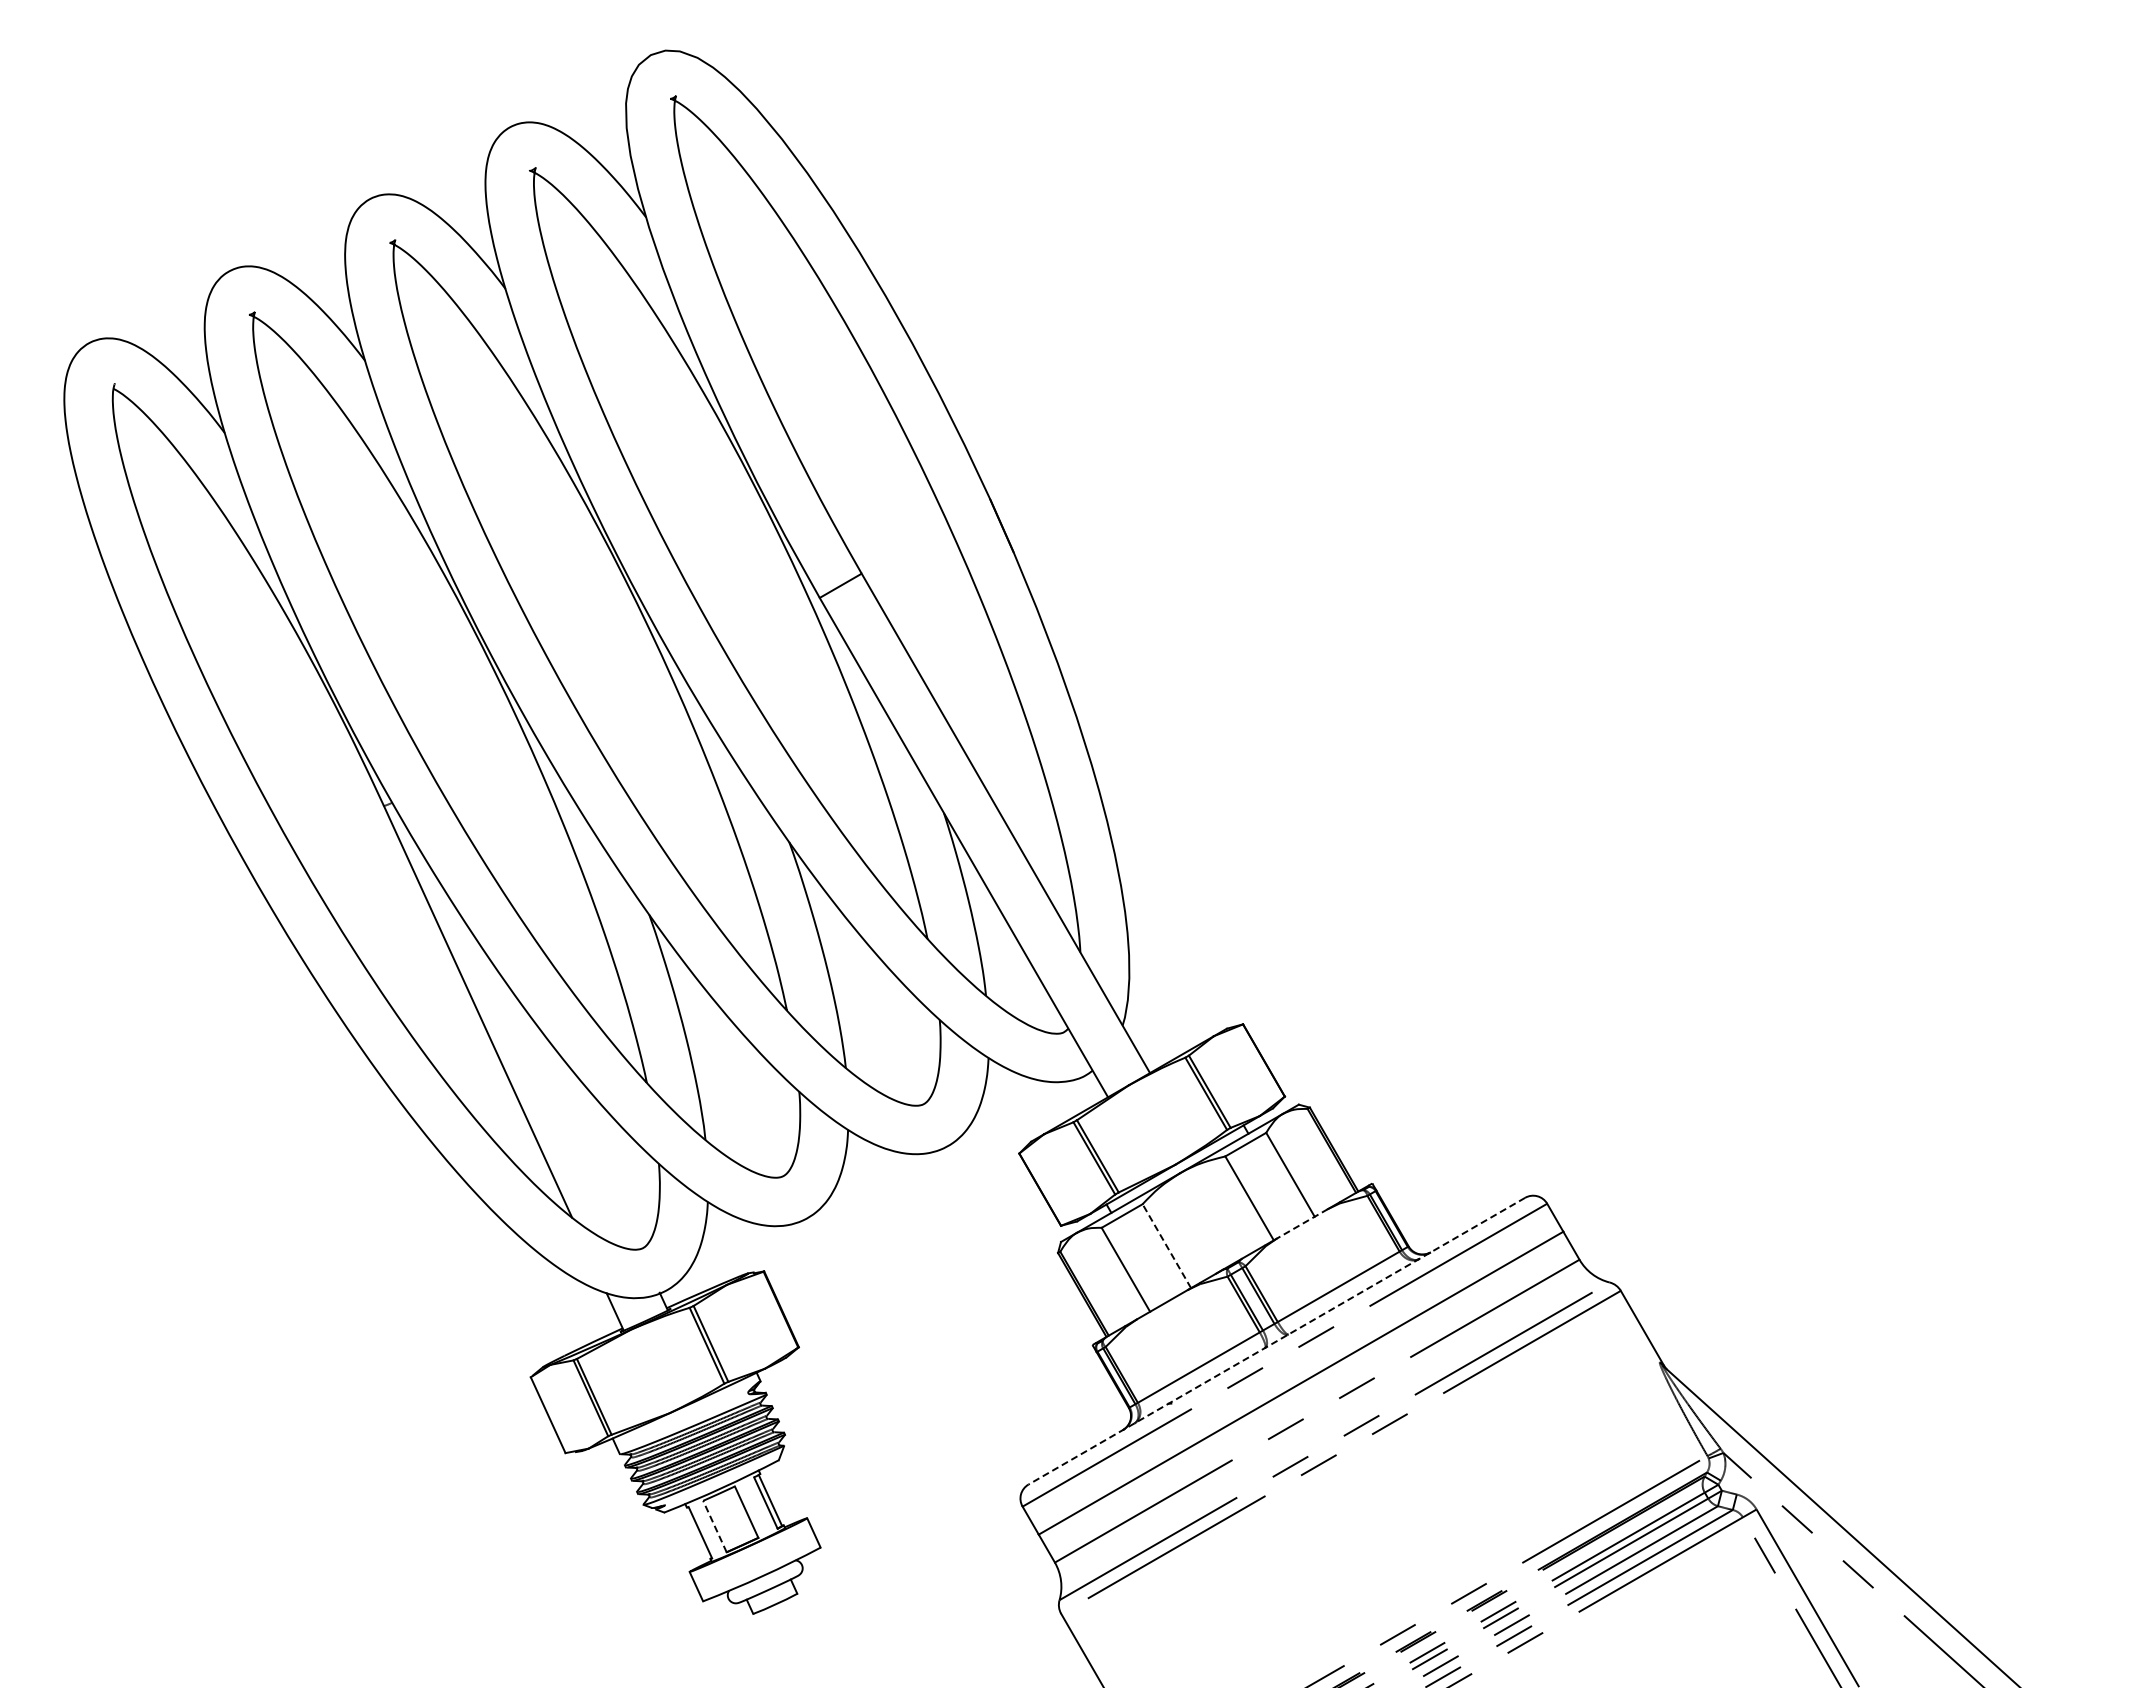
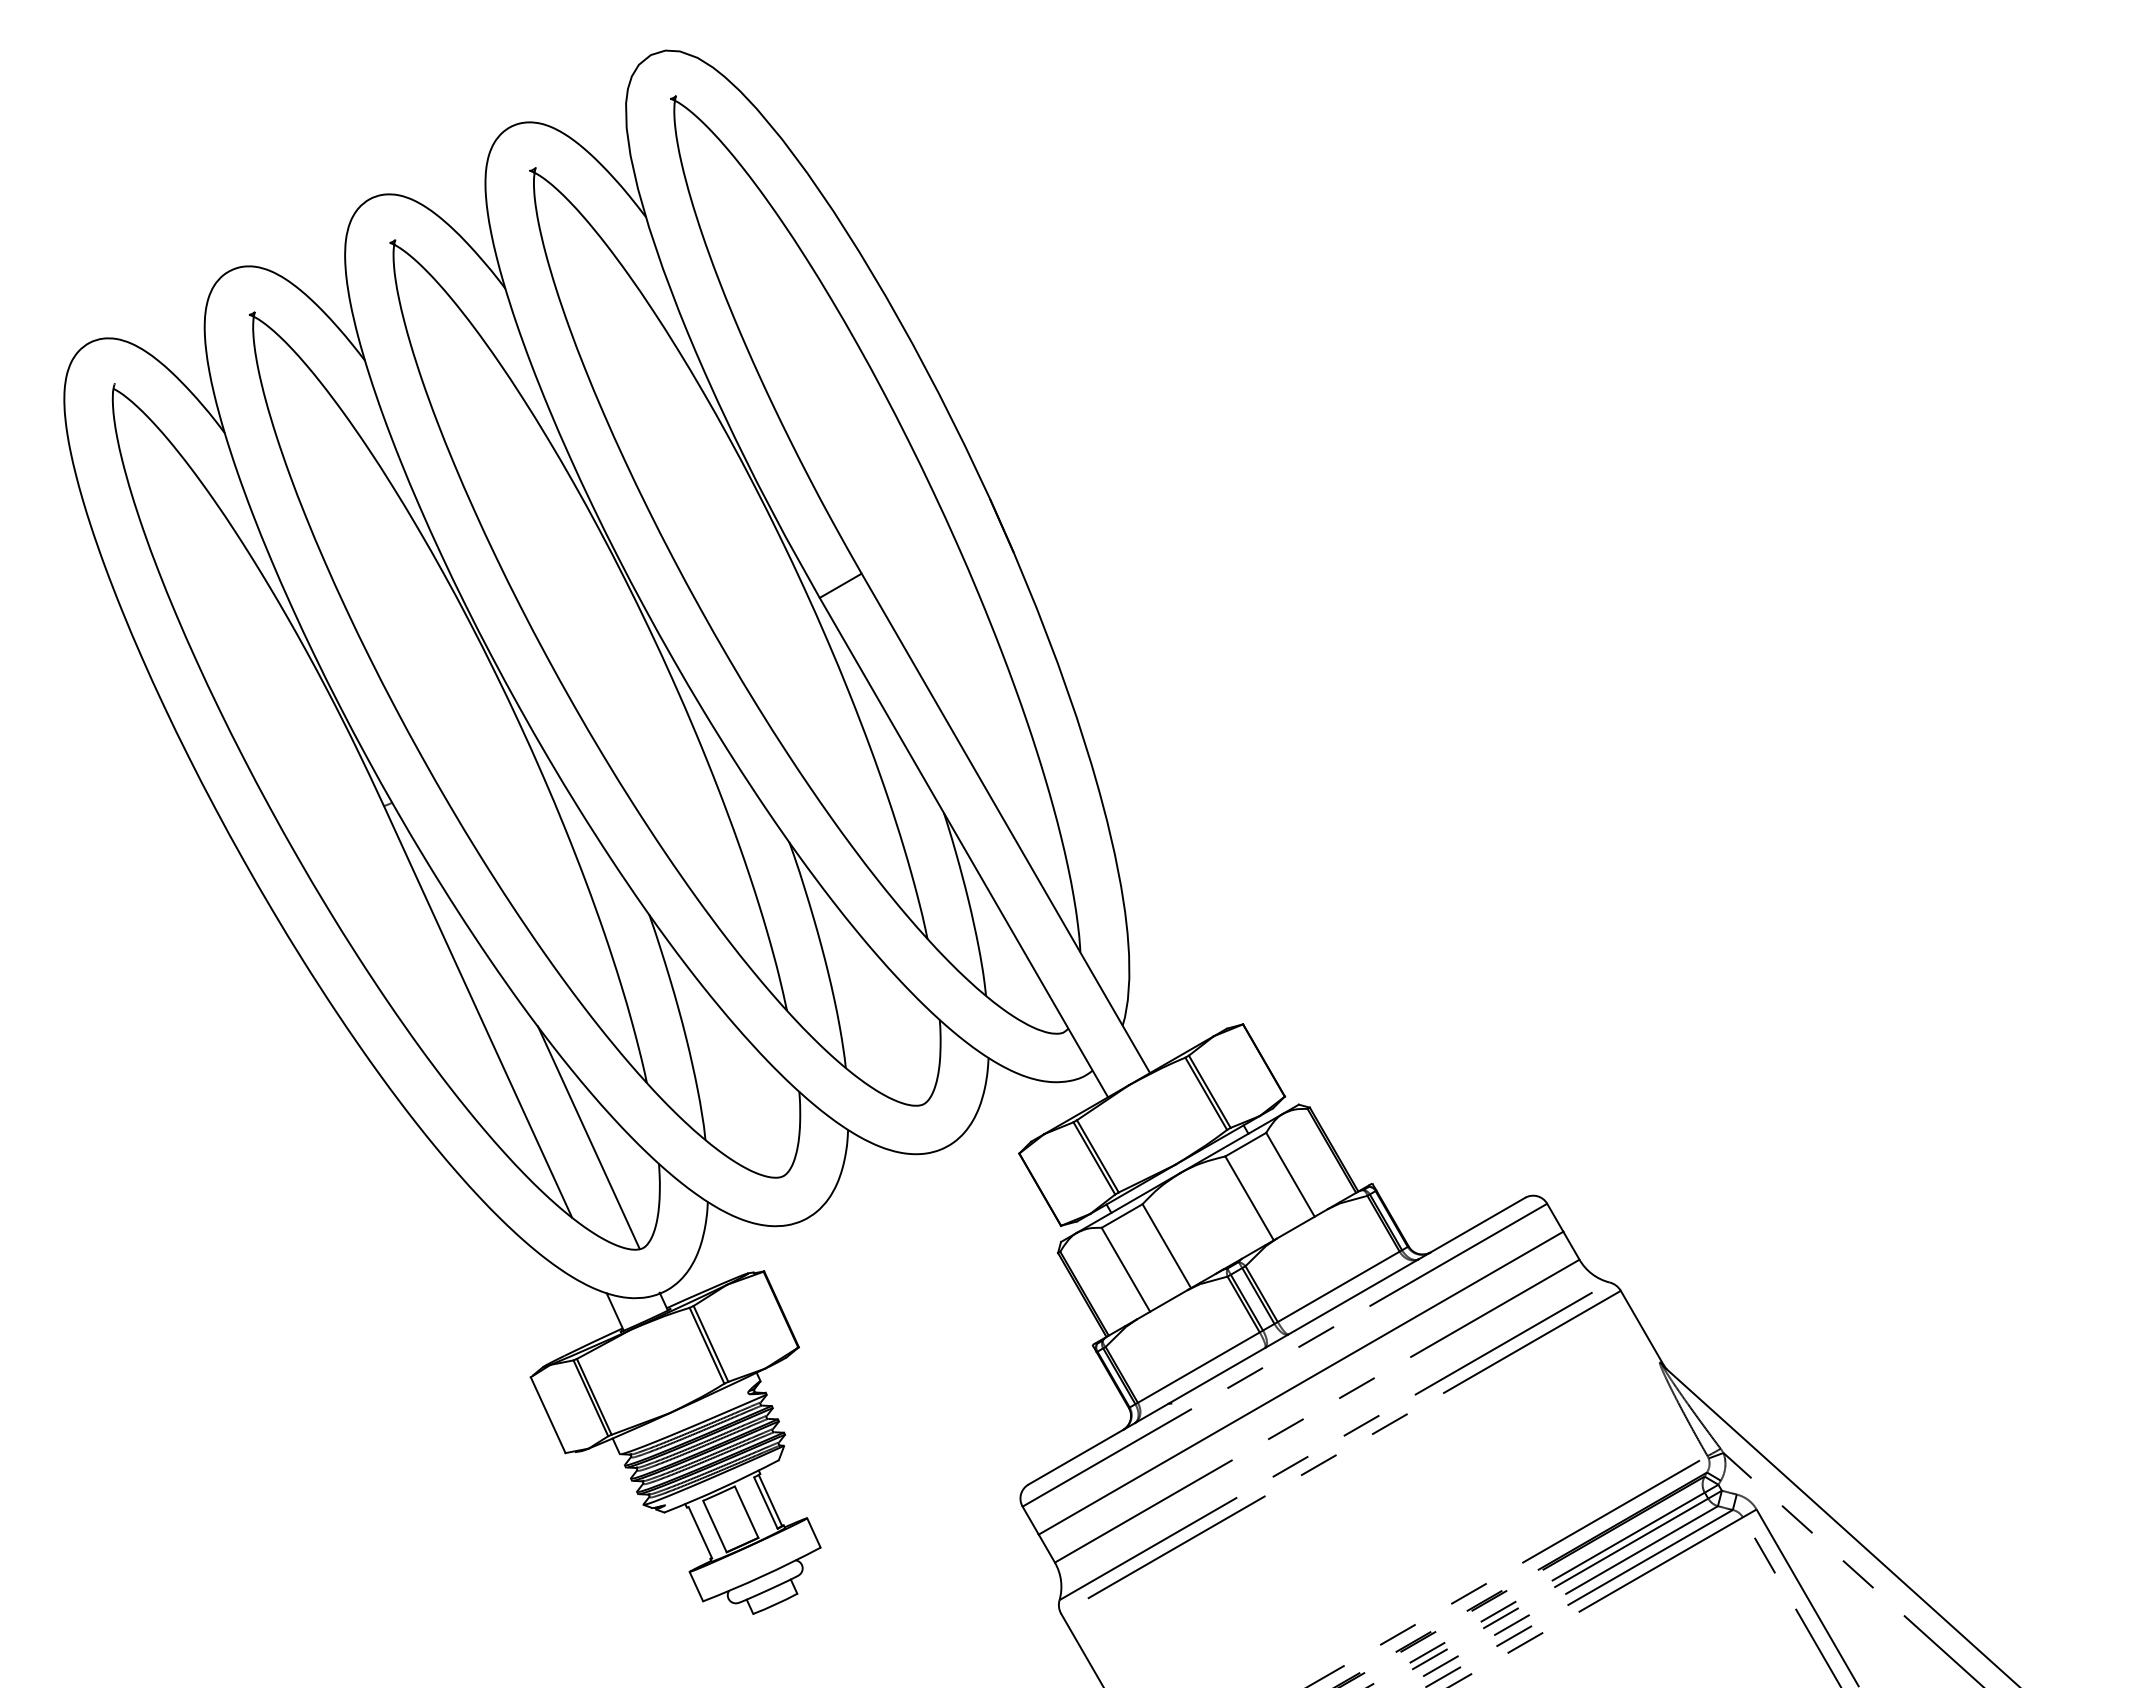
line at (588, 1137): none -> present
line at (1302, 1223): dashed -> solid
line at (1166, 1245): dashed -> solid
line at (1276, 1341): dashed -> solid
line at (714, 1526): dashed -> solid
